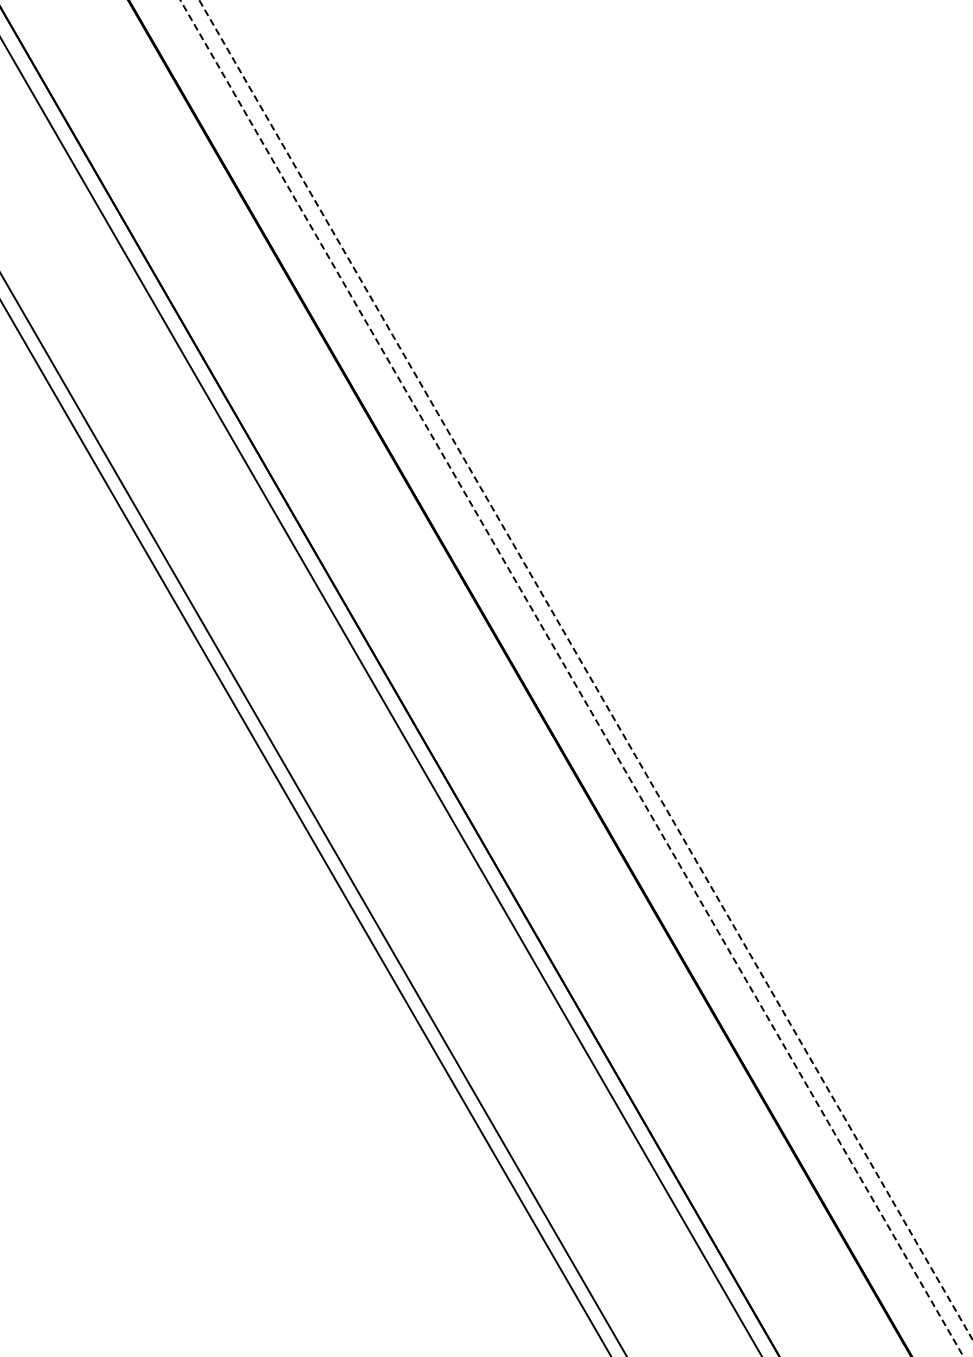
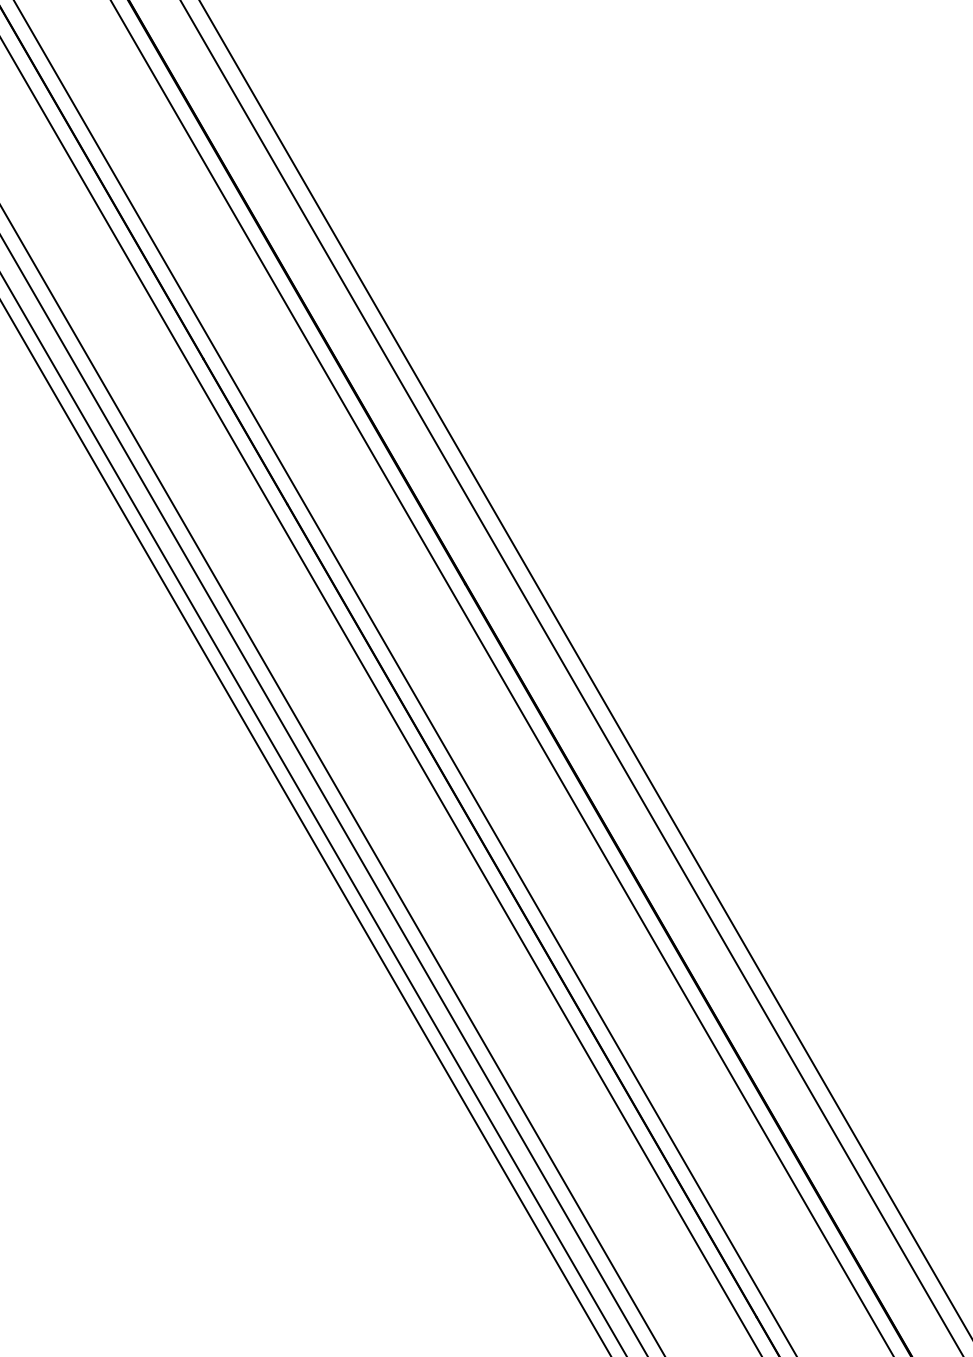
line at (586, 670): dashed -> solid
line at (405, 677): none -> present
line at (502, 677): none -> present
line at (571, 678): dashed -> solid
line at (332, 780): none -> present
line at (324, 795): none -> present
